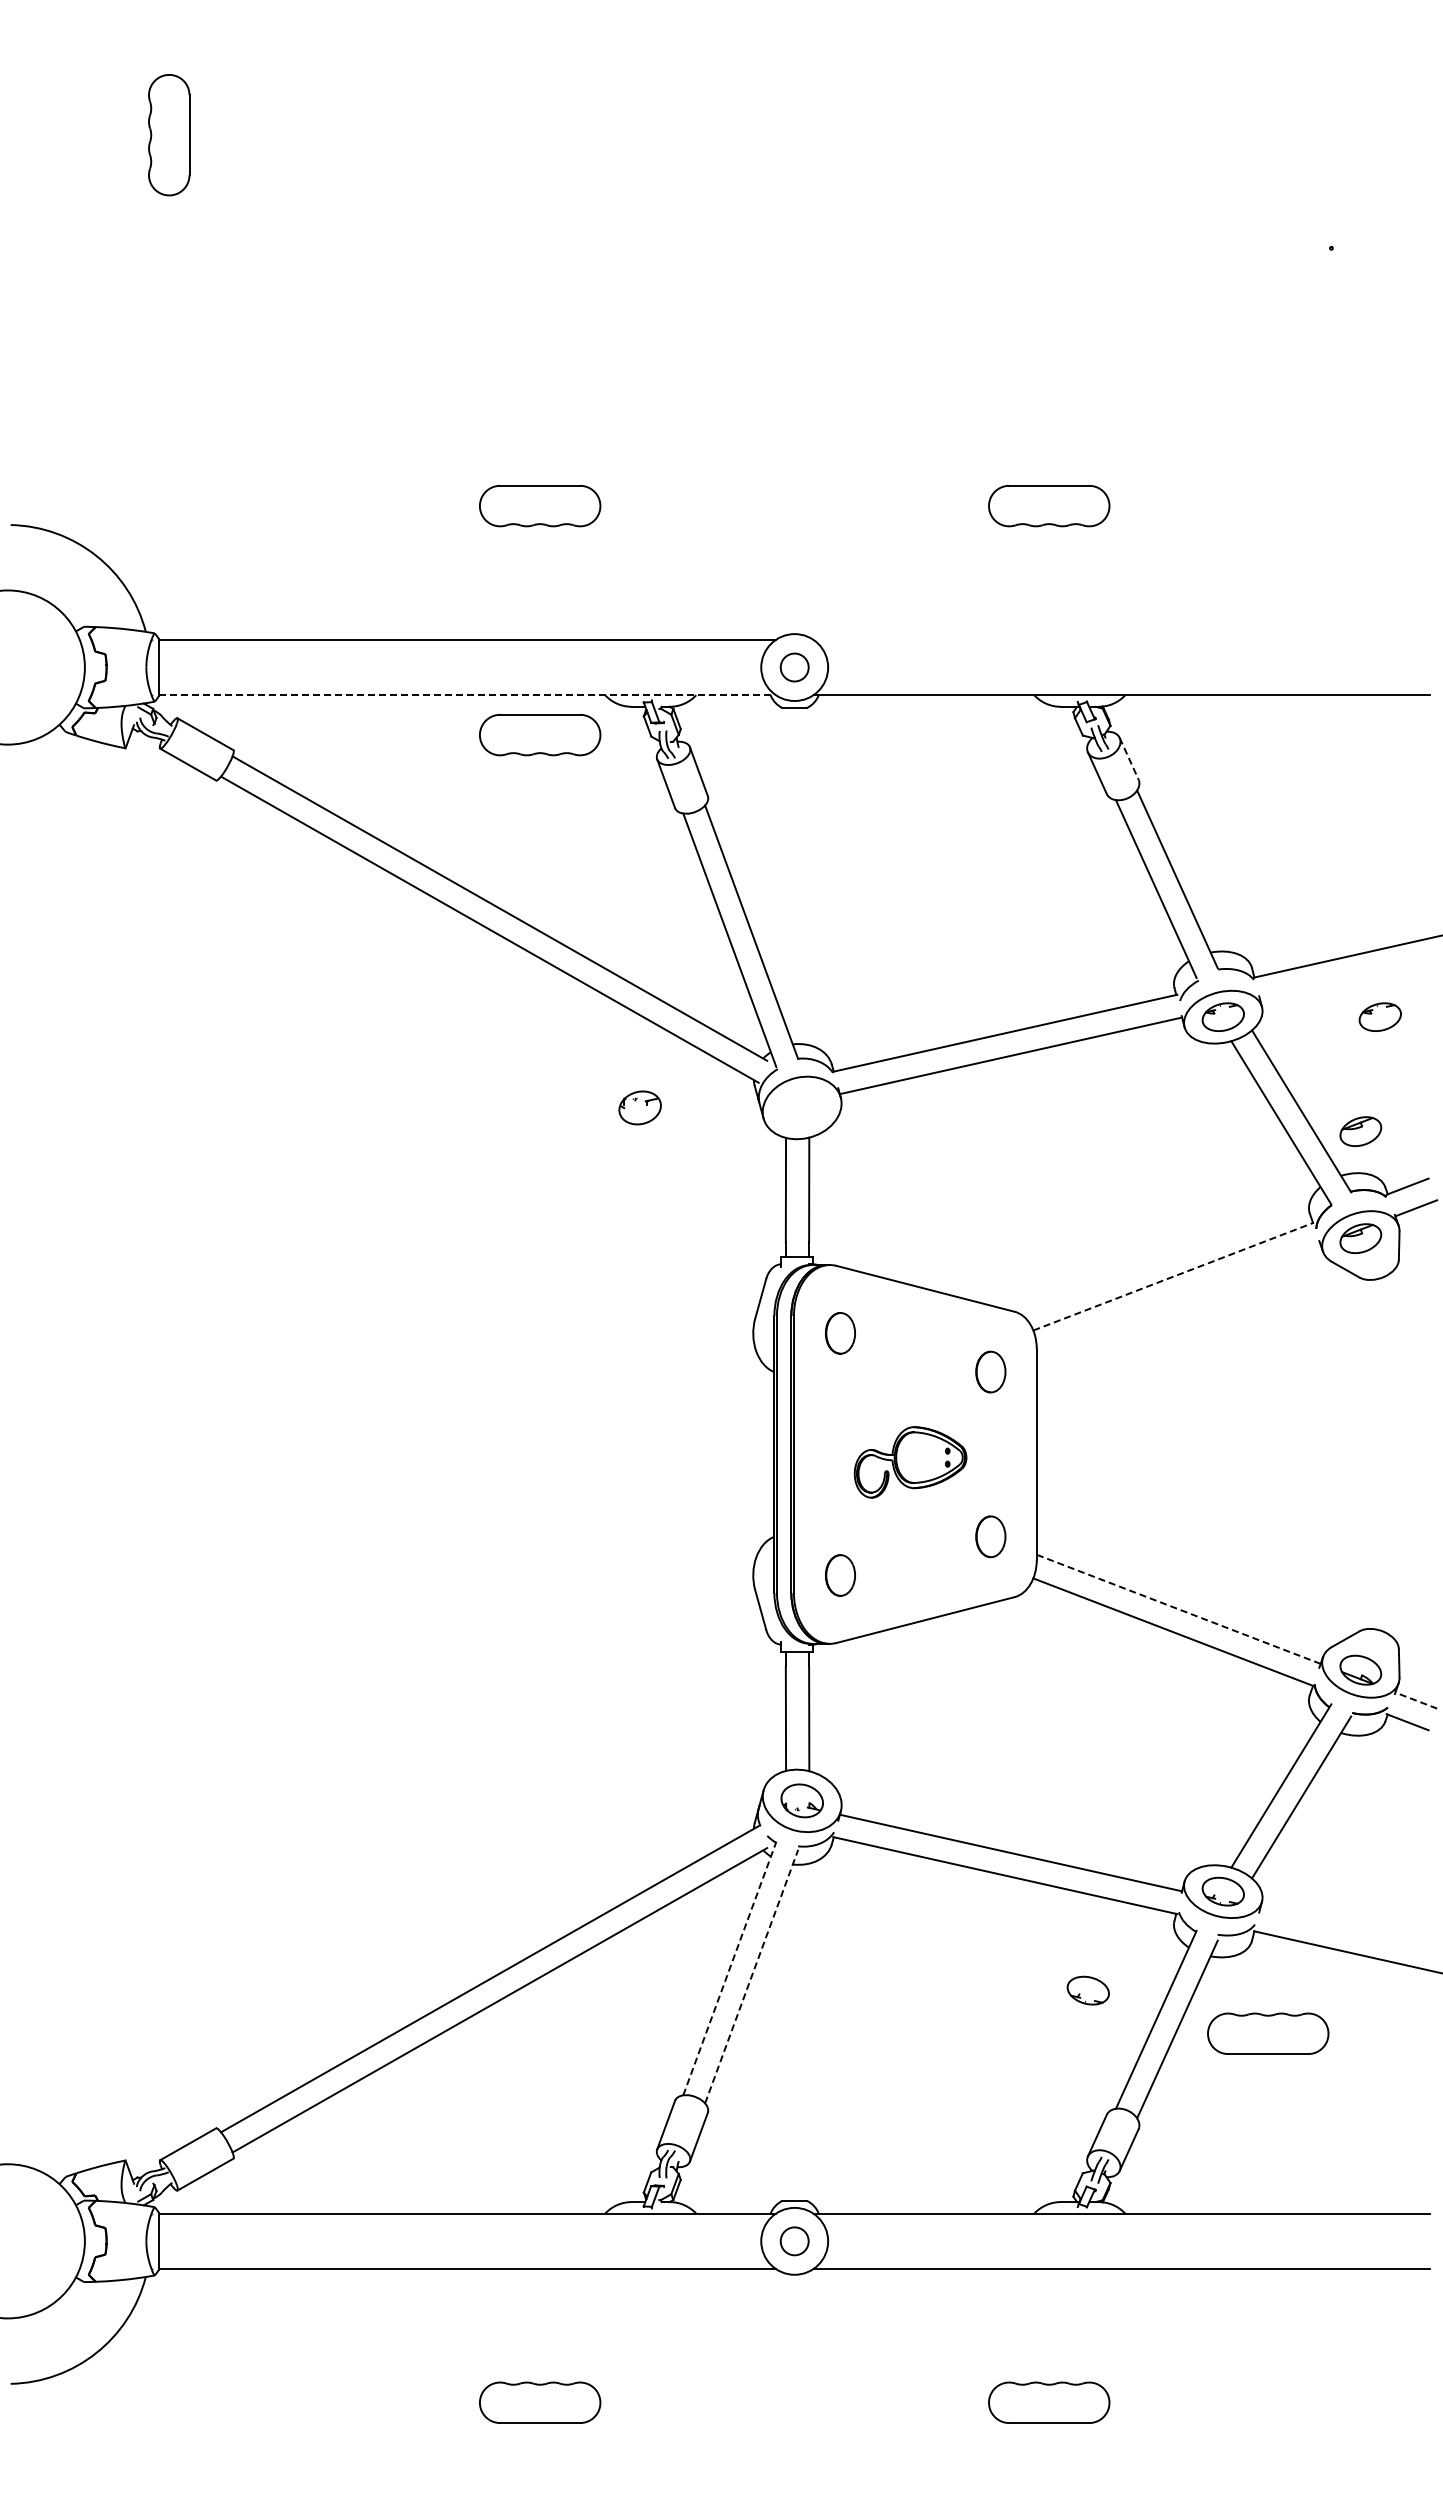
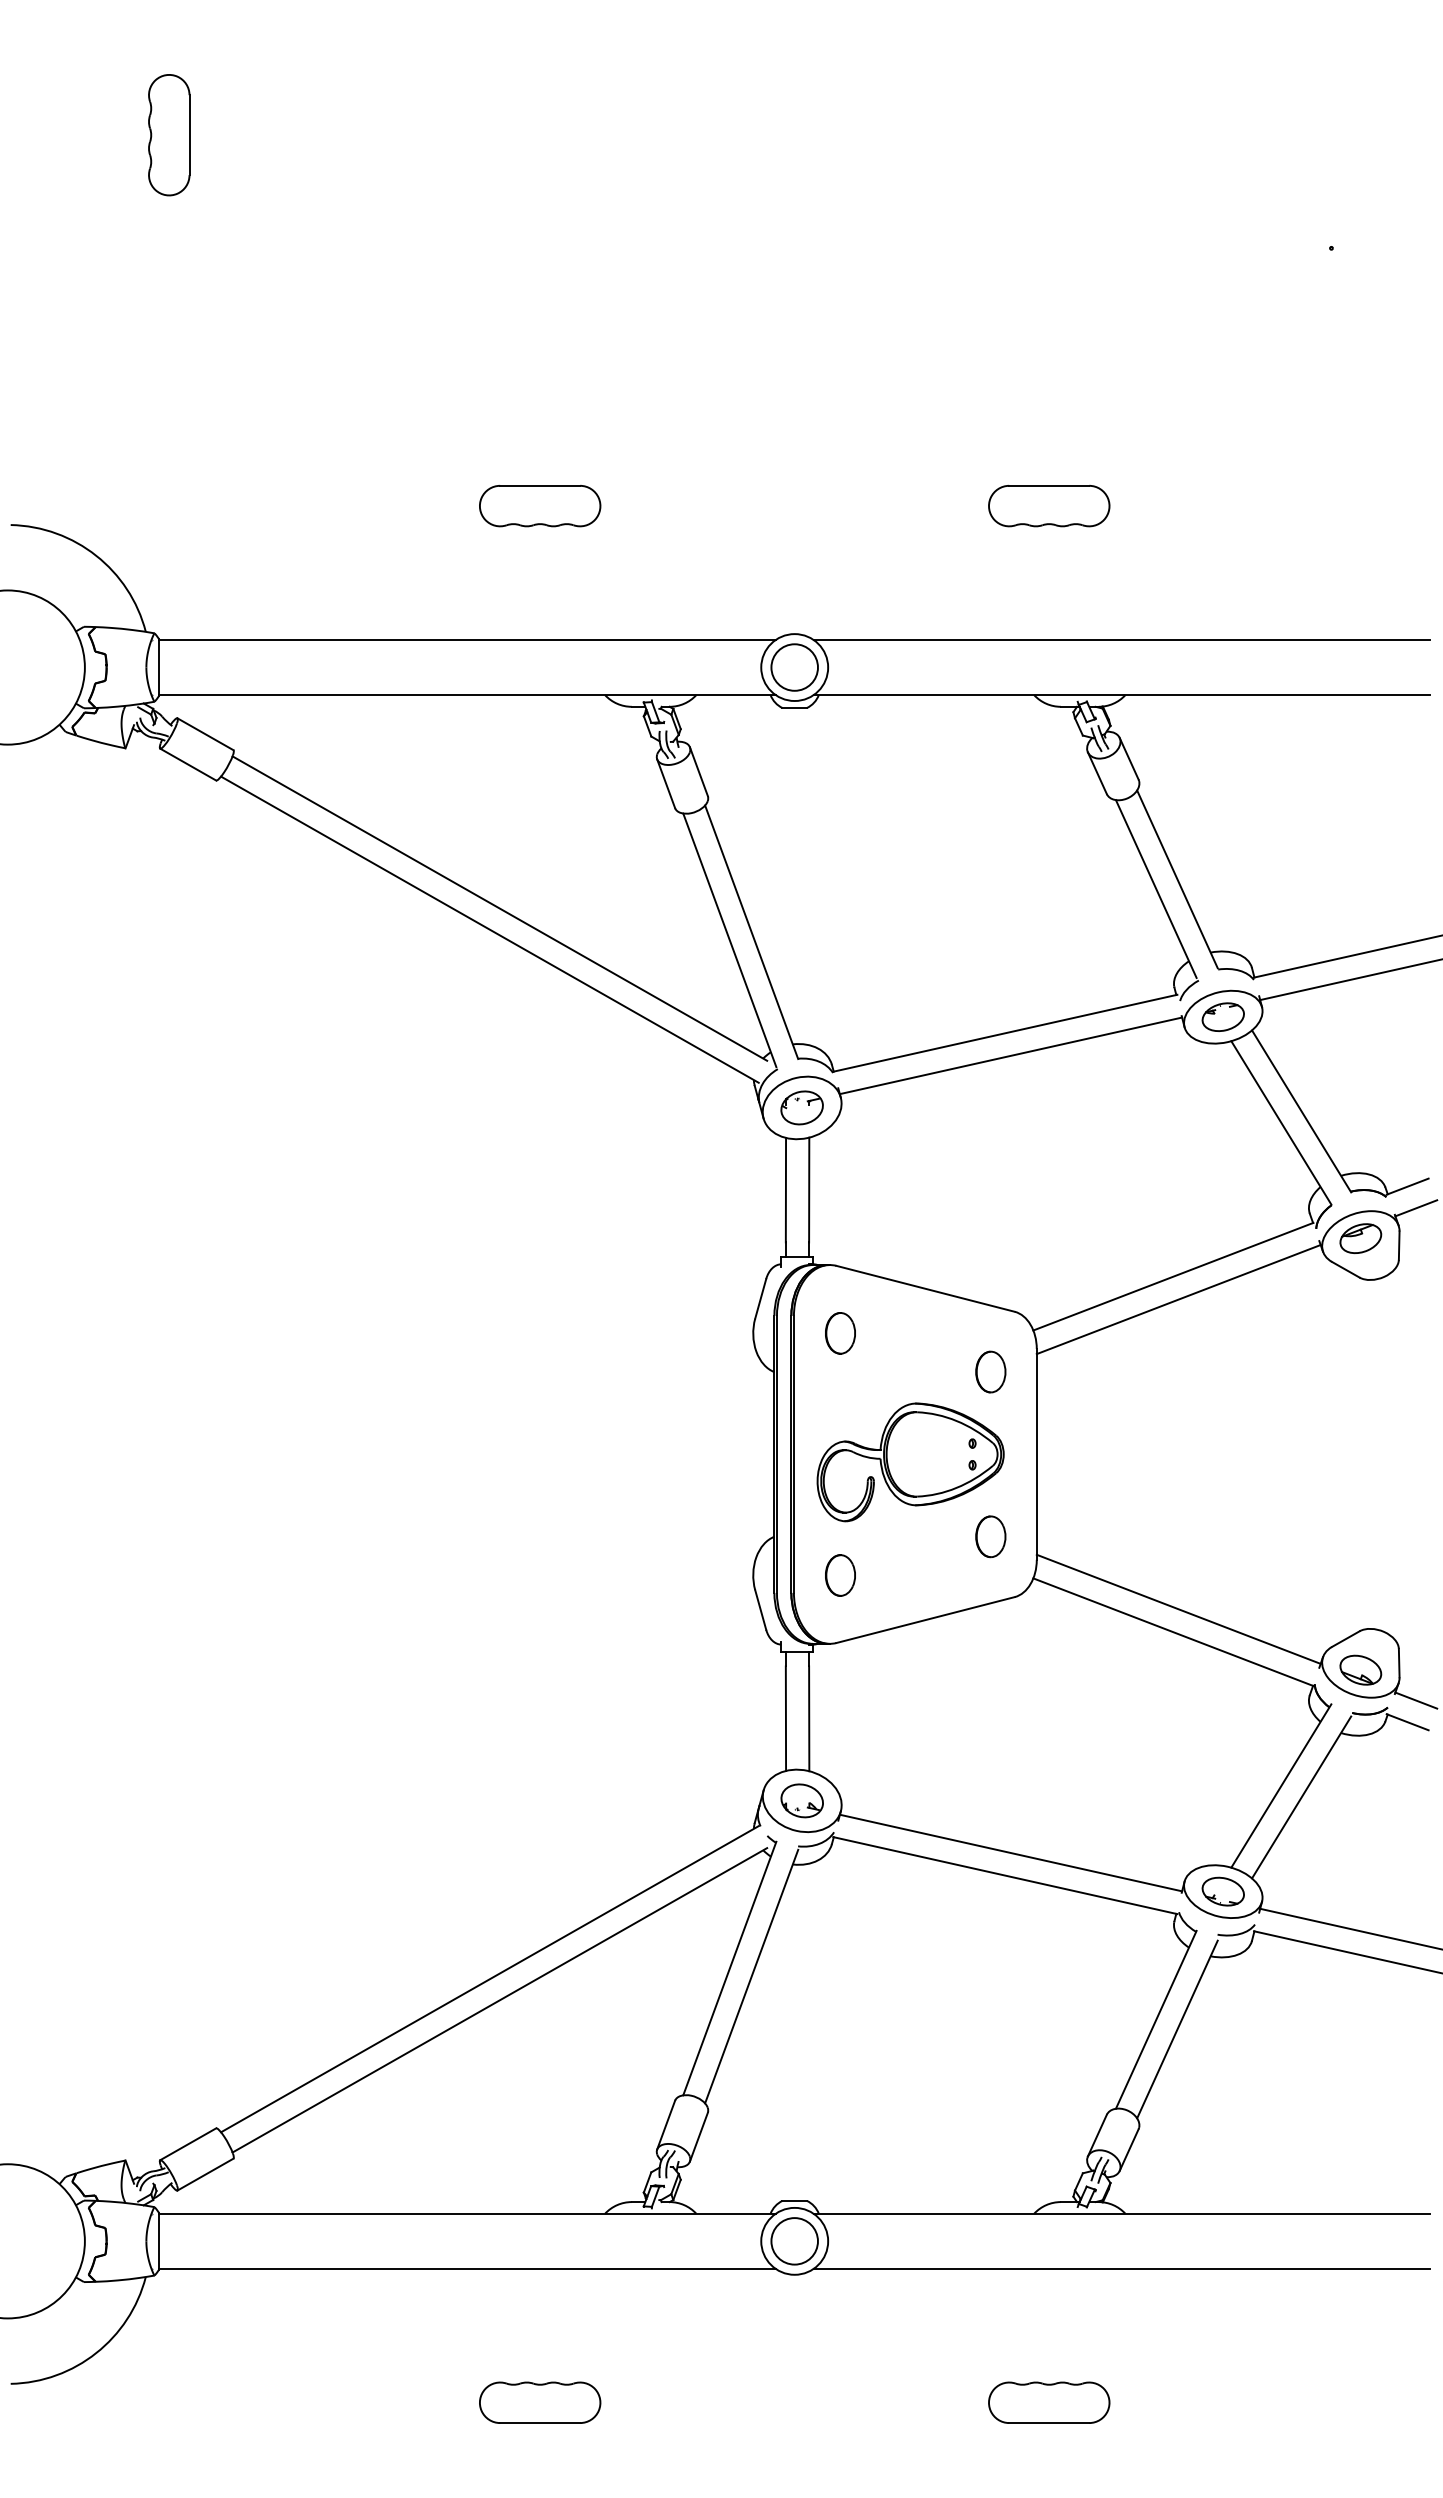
line at (1121, 639): none -> present
circle at (794, 667) diameter: 28 px -> 47 px
line at (467, 695): dashed -> solid
part at (540, 735): present -> none
line at (1129, 758): dashed -> solid
line at (1349, 979): none -> present
part at (1379, 1016): present -> none
part at (639, 1107) position: (639, 1107) -> (801, 1107)
part at (1360, 1131): present -> none
line at (1173, 1276): dashed -> solid
line at (1178, 1299): none -> present
part at (910, 1462) size: 115x73 px -> 189x121 px
line at (1178, 1609): dashed -> solid
line at (1415, 1700): dashed -> solid
line at (1349, 1928): none -> present
line at (730, 1968): dashed -> solid
line at (751, 1976): dashed -> solid
part at (1087, 1990): present -> none
part at (1268, 2033): present -> none
circle at (794, 2241) diameter: 28 px -> 47 px
